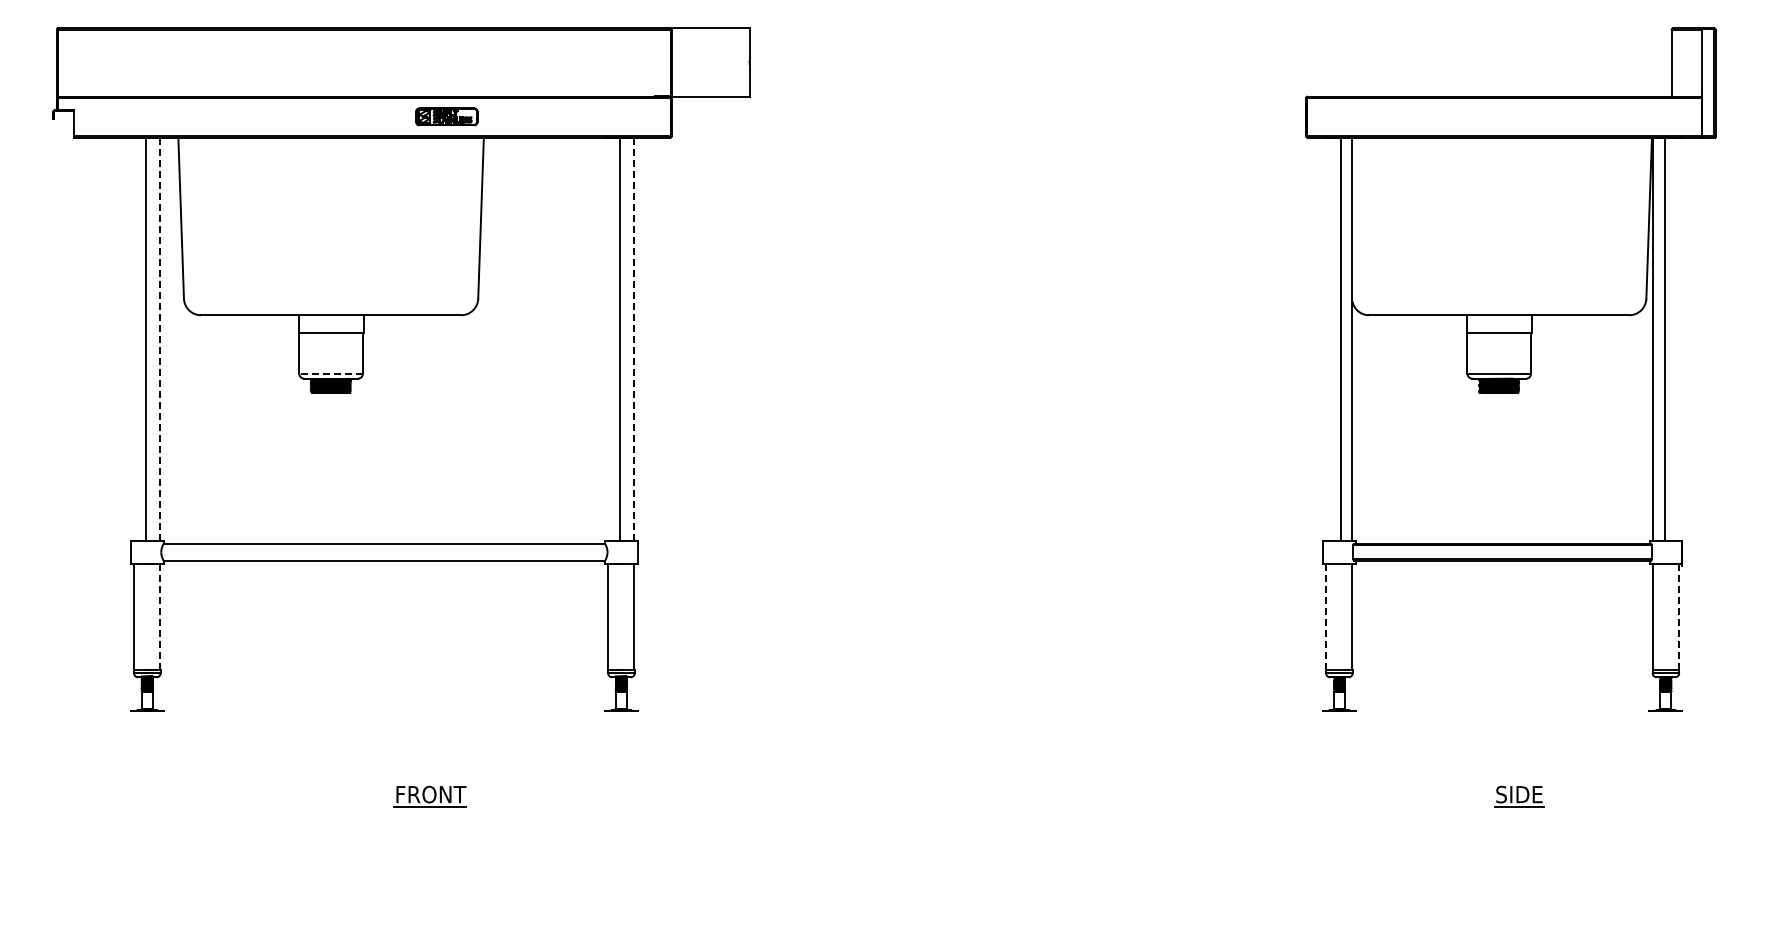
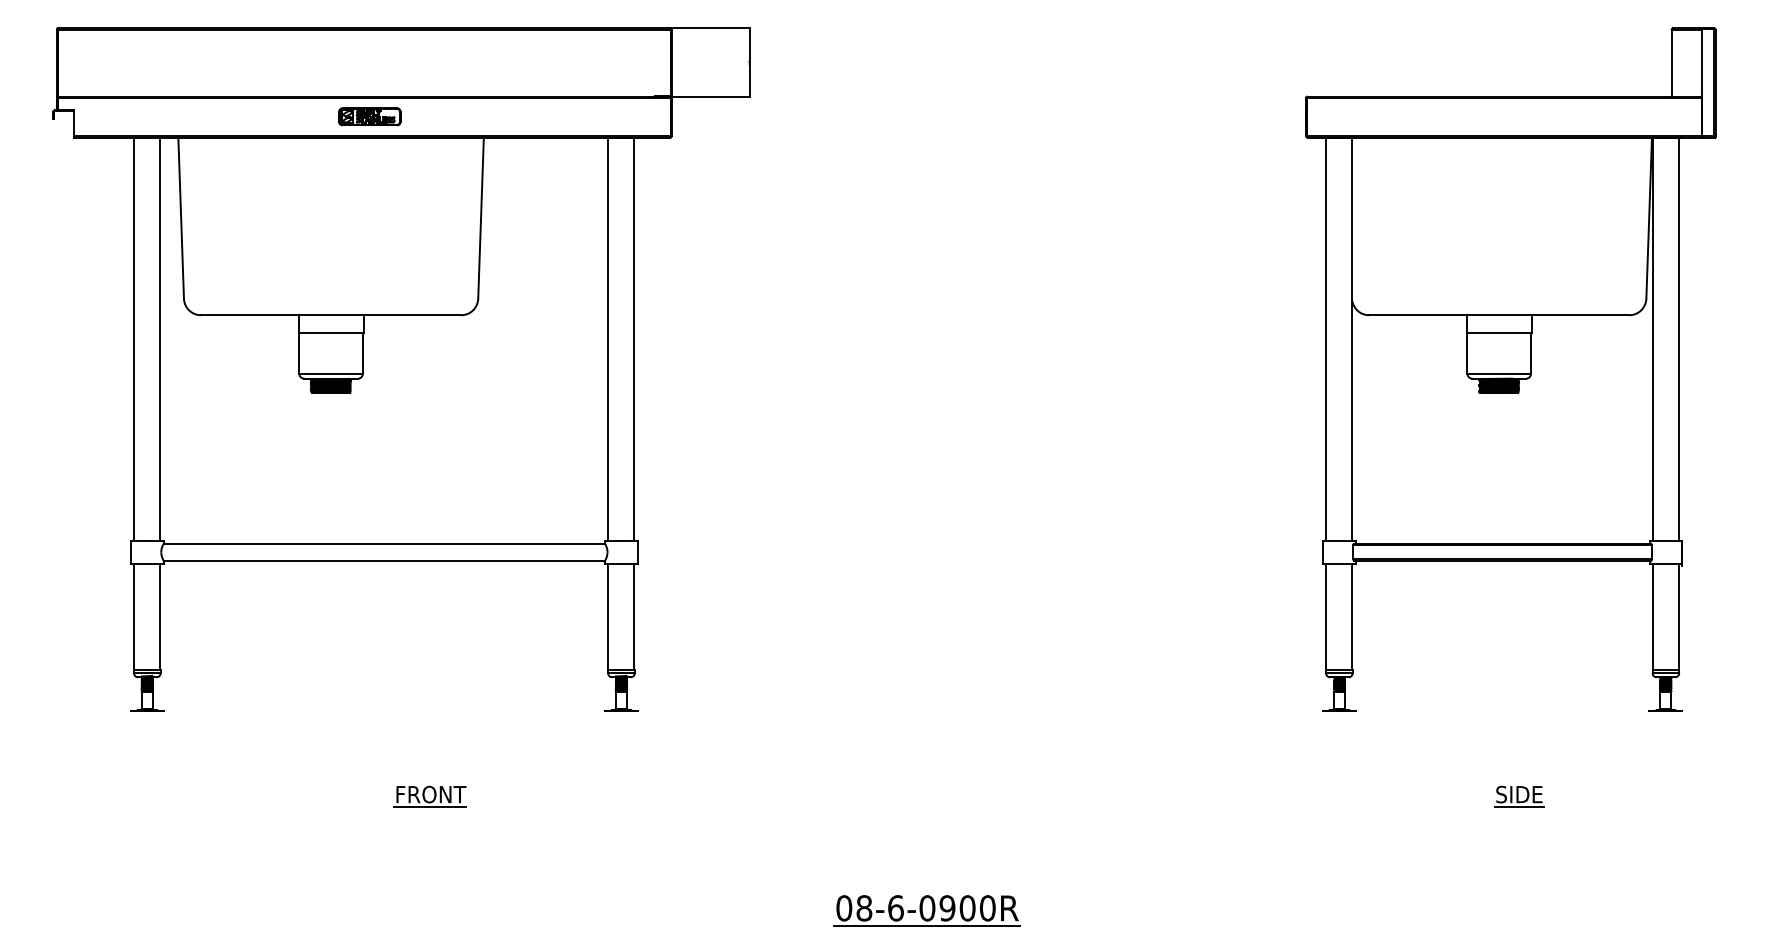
part at (446, 116) position: (446, 116) -> (369, 116)
line at (146, 338) position: (146, 338) -> (134, 338)
line at (620, 338) position: (620, 338) -> (608, 338)
line at (634, 338): dashed -> solid
line at (1341, 338) position: (1341, 338) -> (1326, 338)
line at (1664, 338) position: (1664, 338) -> (1678, 338)
line at (160, 339): dashed -> solid
line at (331, 373): dashed -> solid
line at (160, 616): dashed -> solid
line at (1678, 616): dashed -> solid
line at (1326, 617): dashed -> solid
part at (926, 910): none -> present
